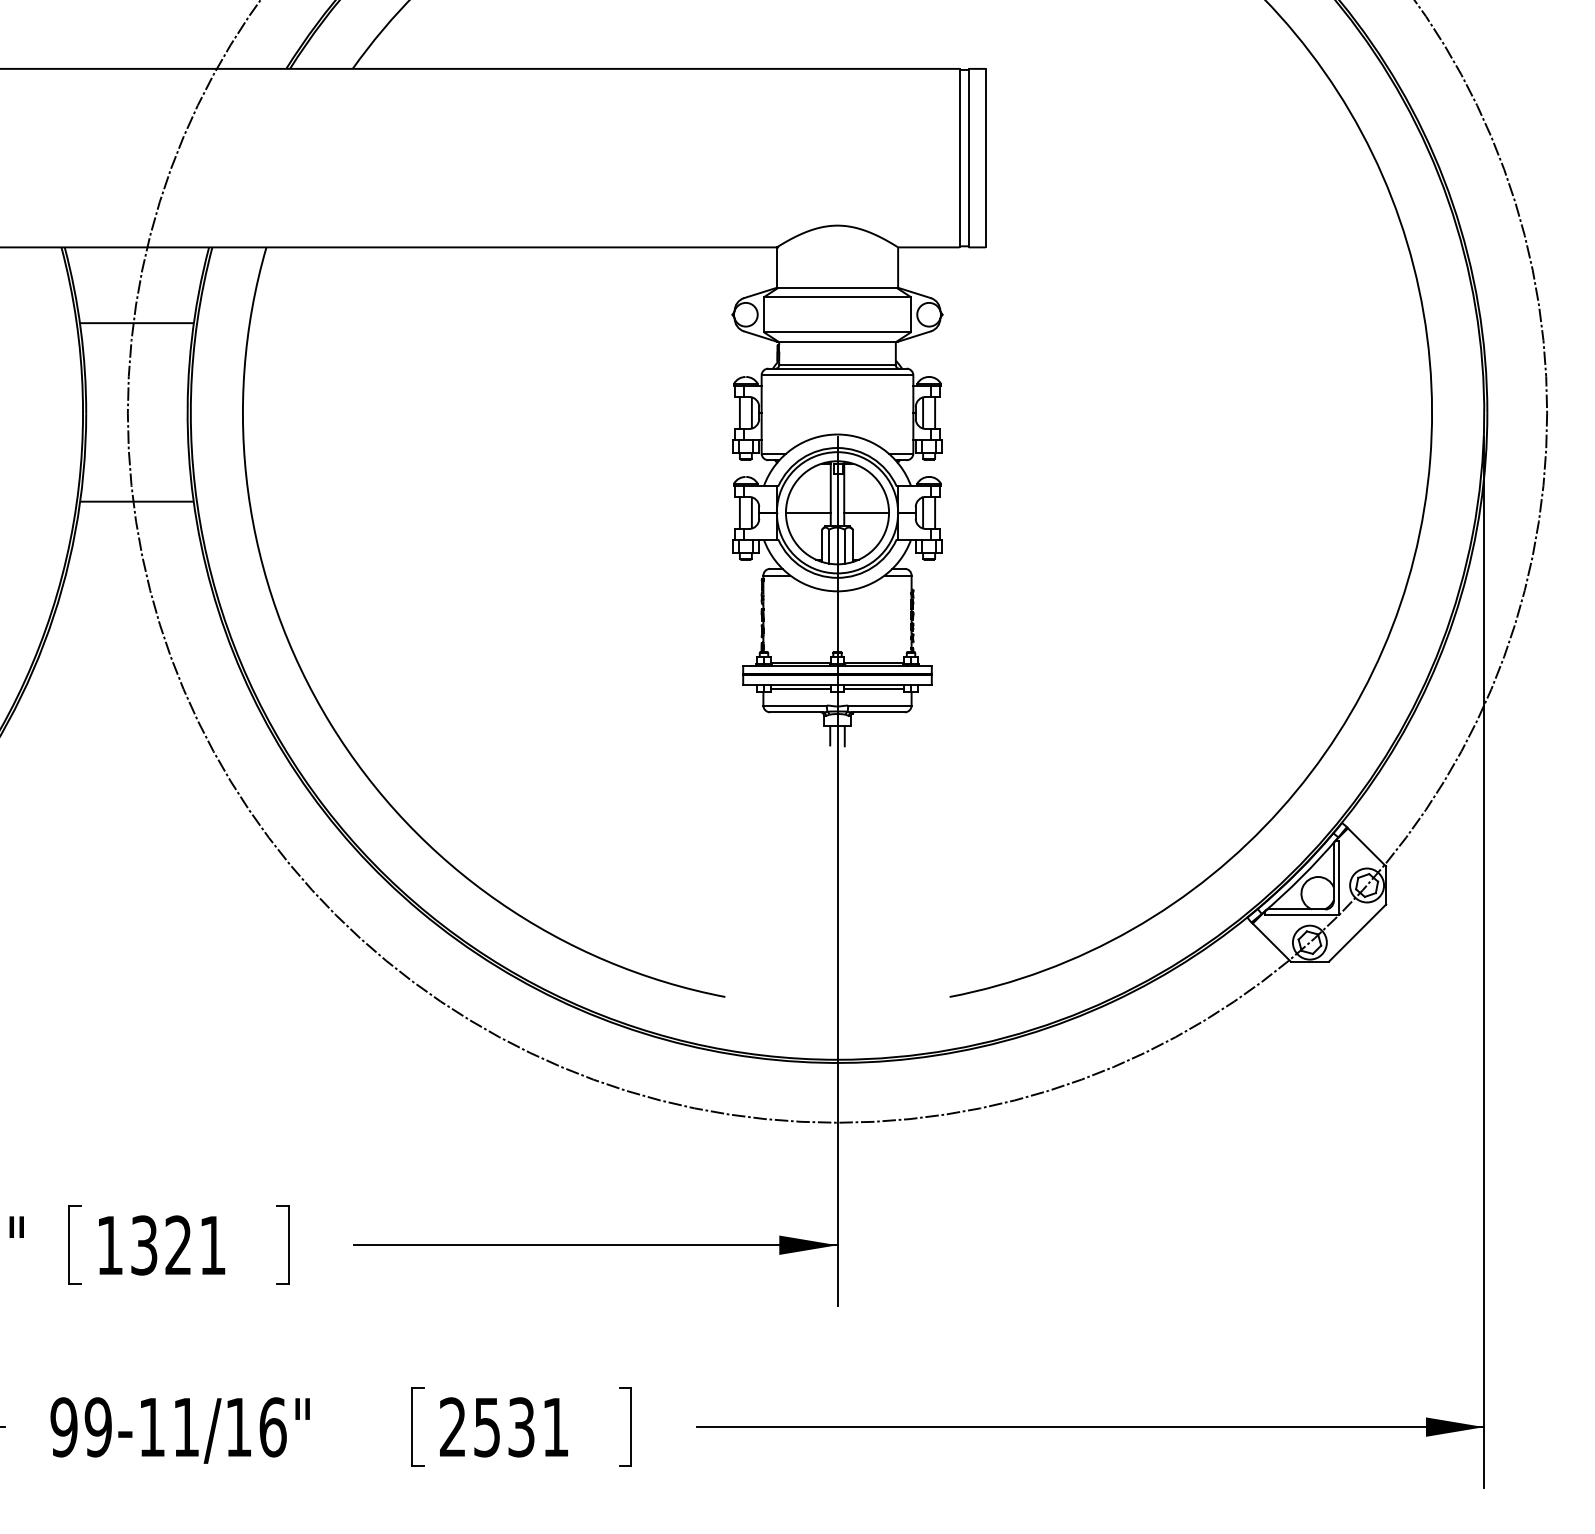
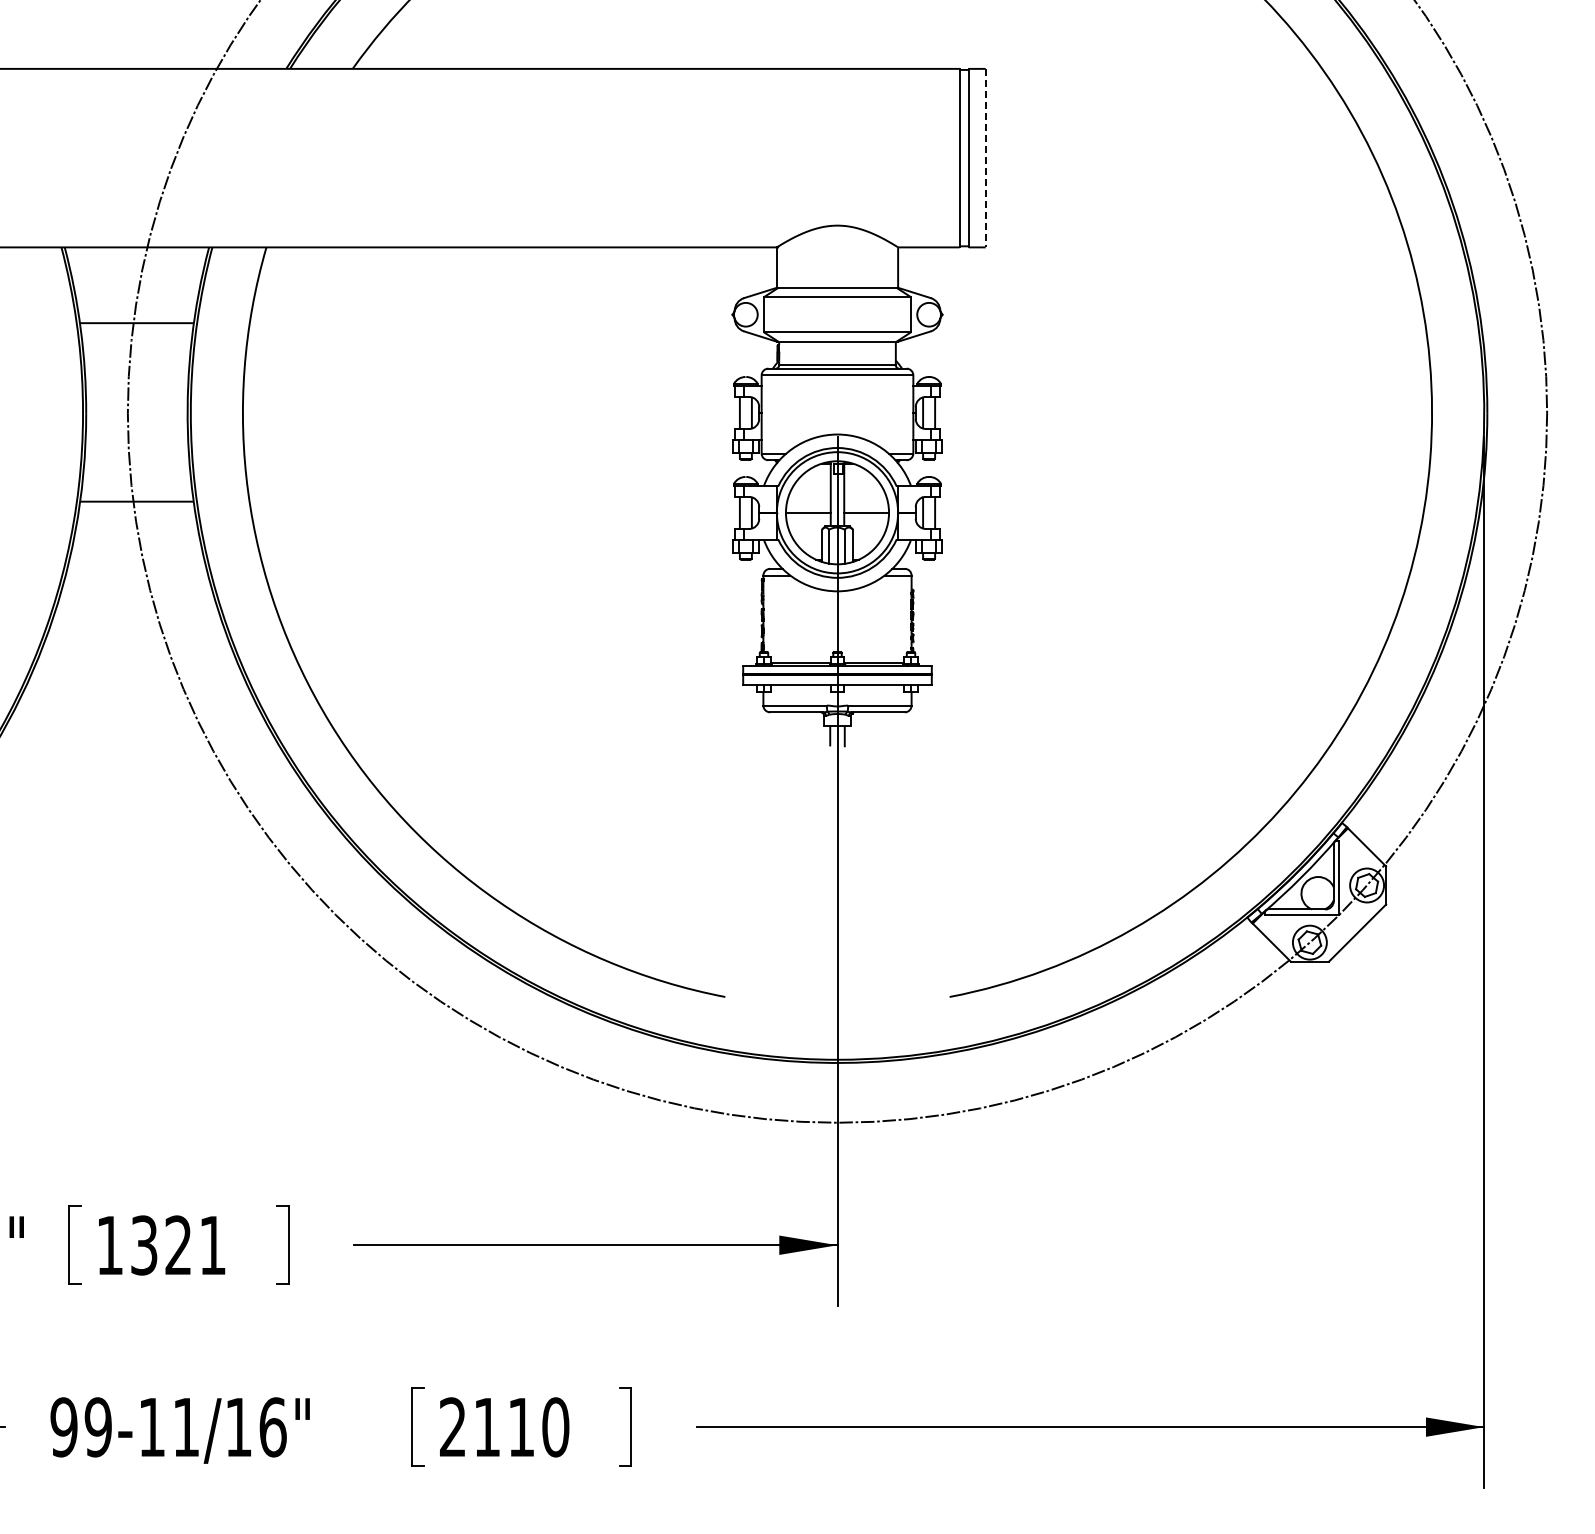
line at (985, 158): solid -> dashed
line at (800, 688): present -> none
line at (874, 688): present -> none
text at (521, 1427): 2531 -> 2110
